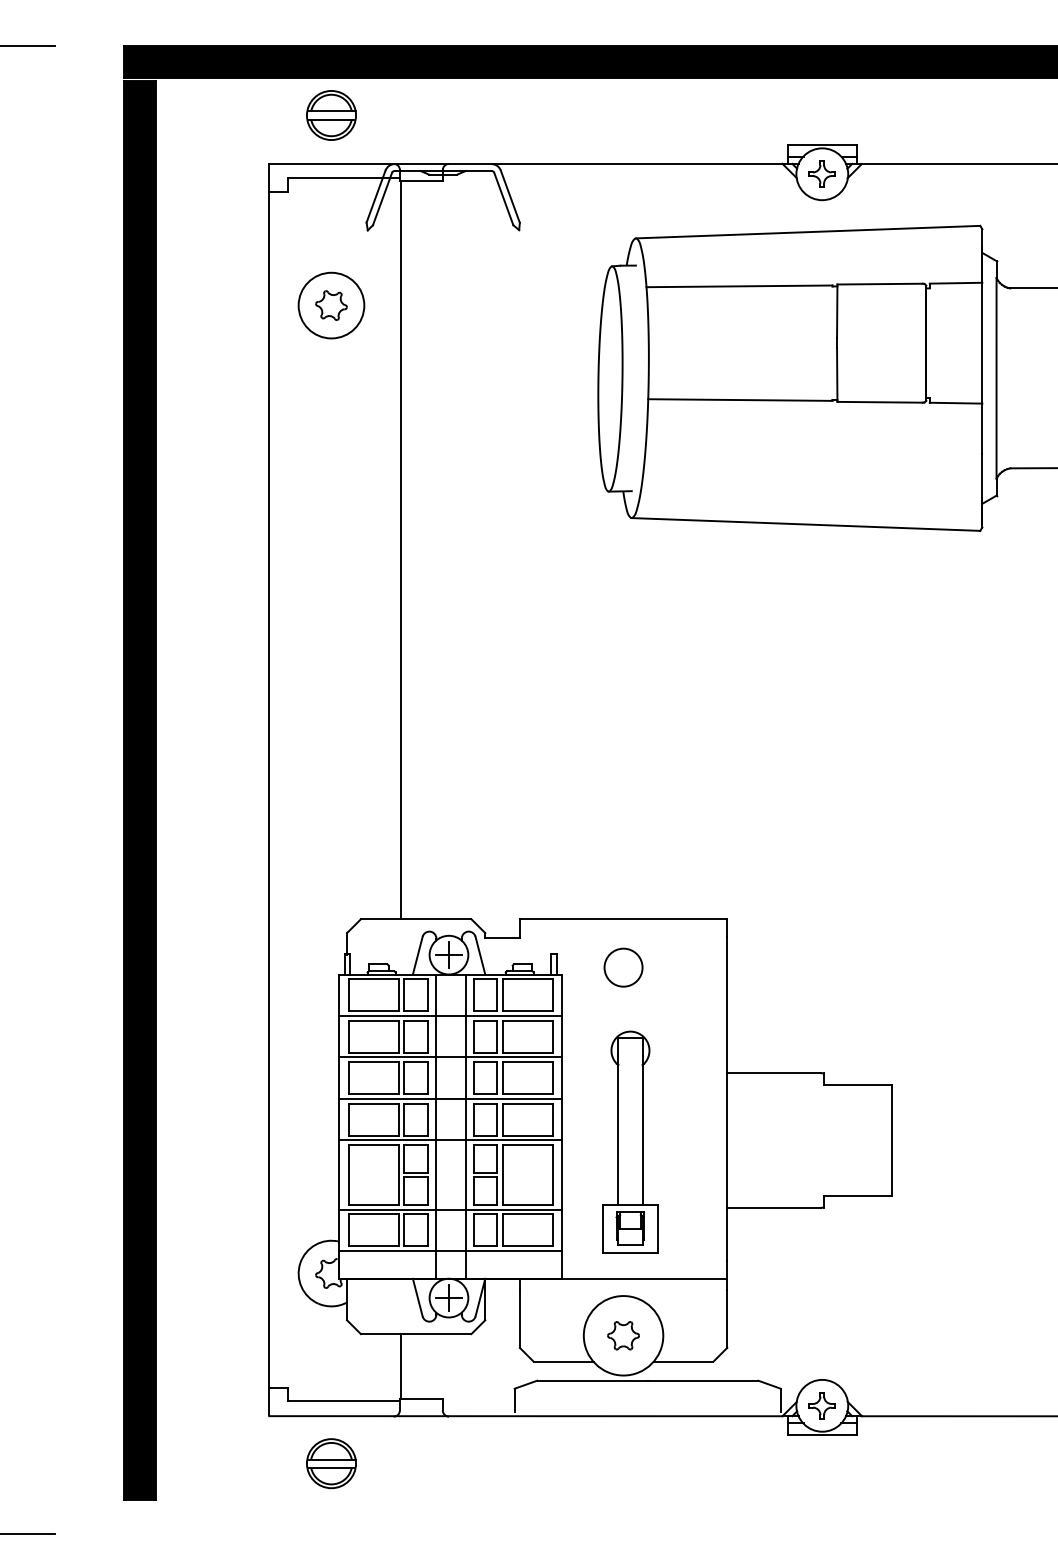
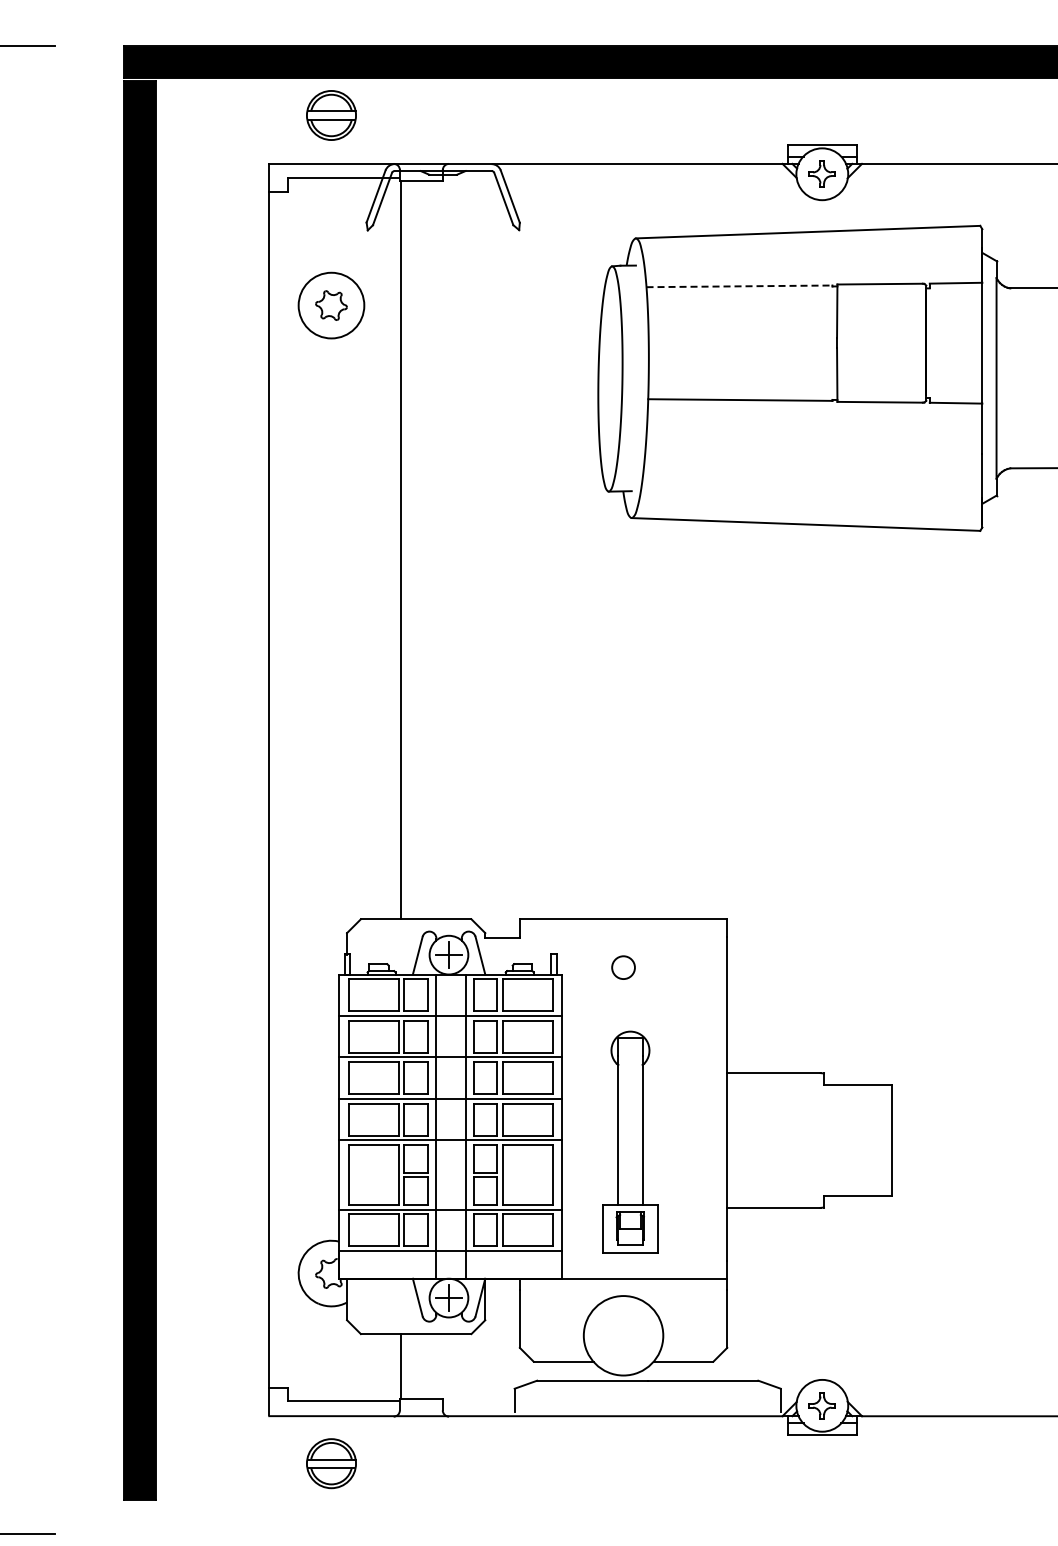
line at (739, 286): solid -> dashed
circle at (623, 967) diameter: 38 px -> 23 px
part at (623, 1335): present -> none
